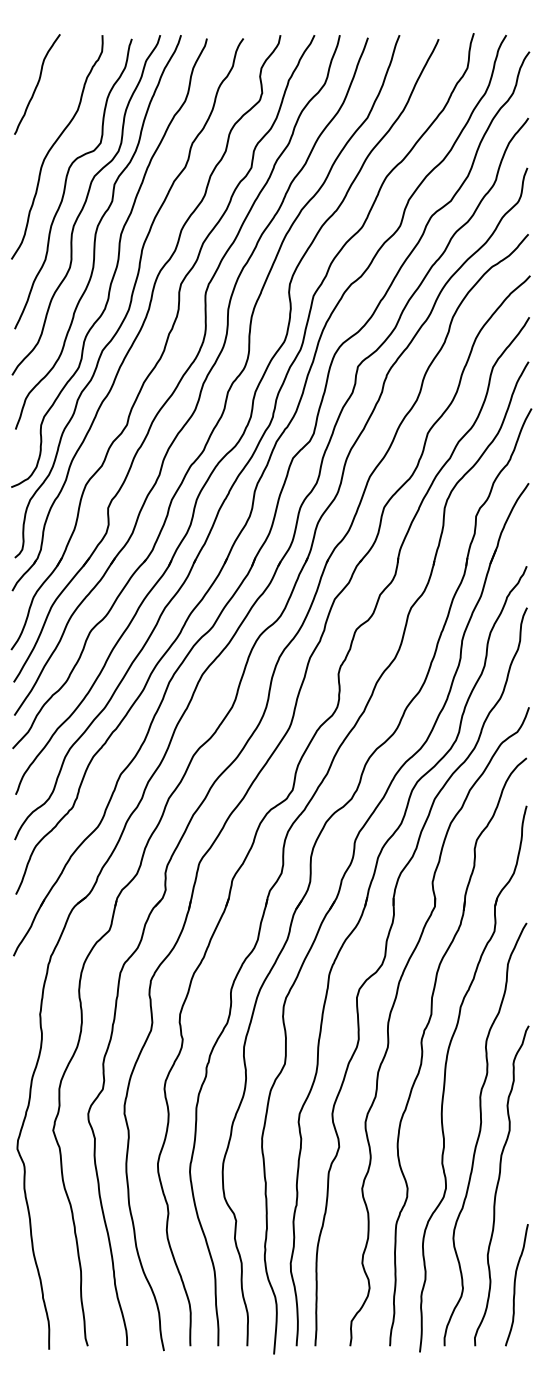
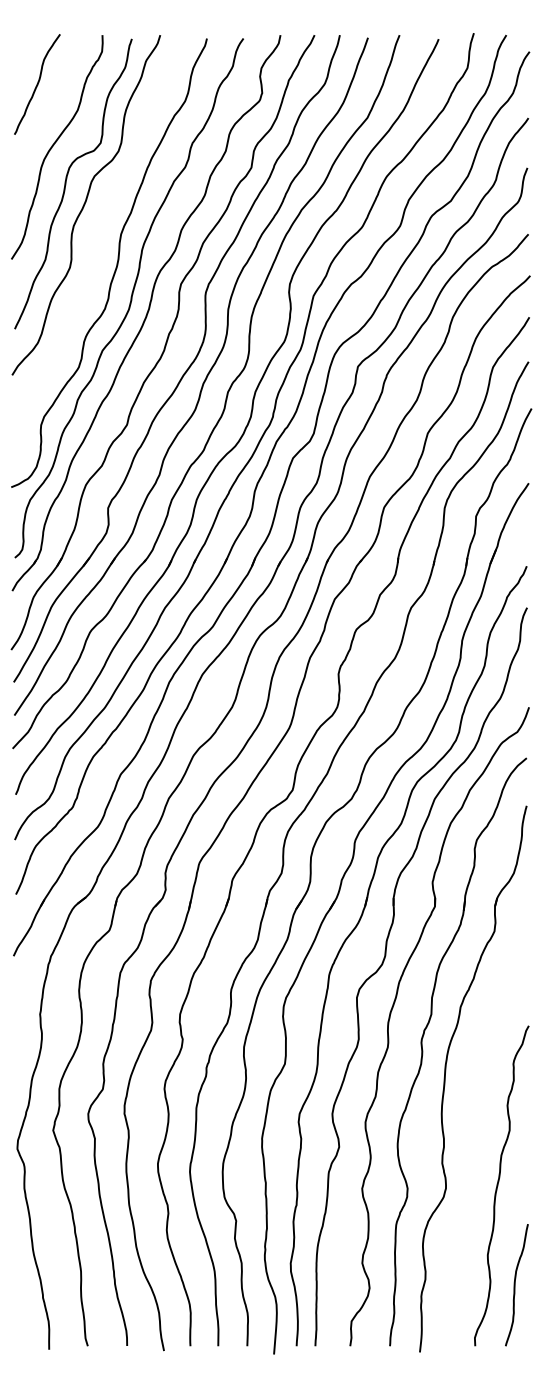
curve at (97, 231): present -> none
curve at (480, 1134): present -> none
